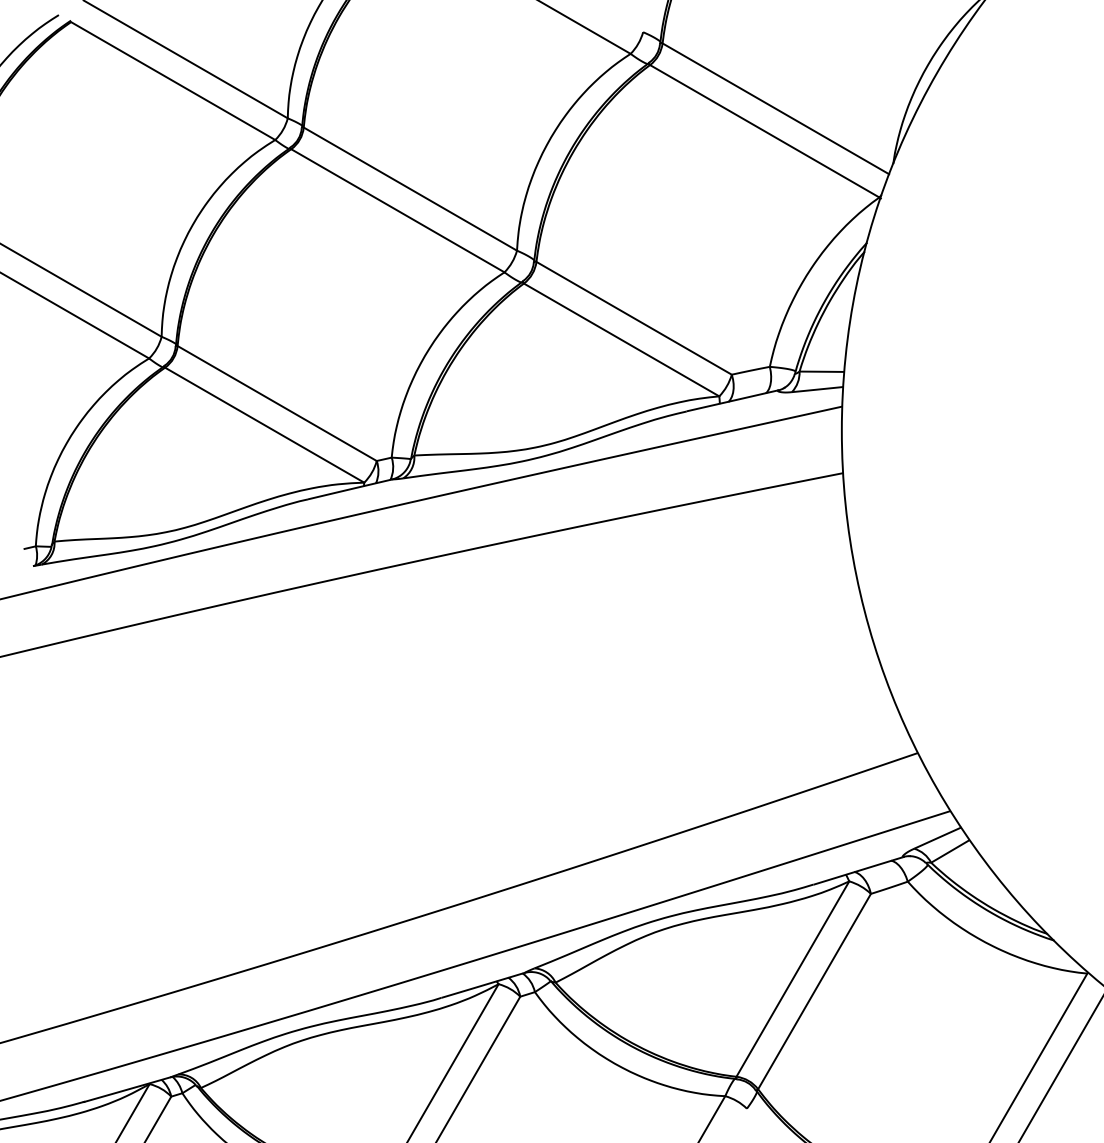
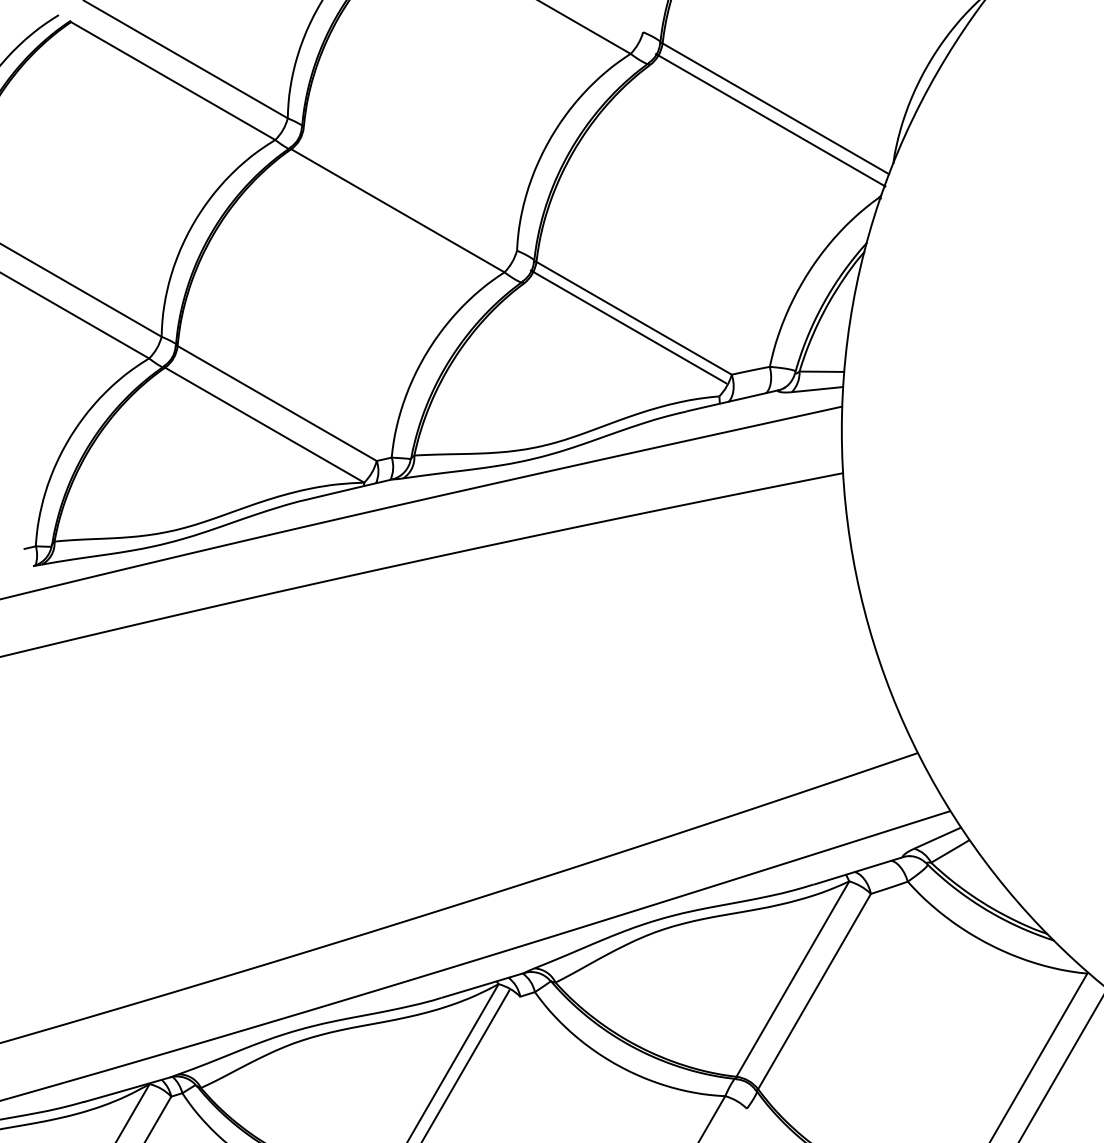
line at (764, 131) position: (764, 131) -> (770, 120)
line at (410, 188): present -> none
line at (621, 339) position: (621, 339) -> (628, 326)
line at (478, 1067) position: (478, 1067) -> (466, 1064)
